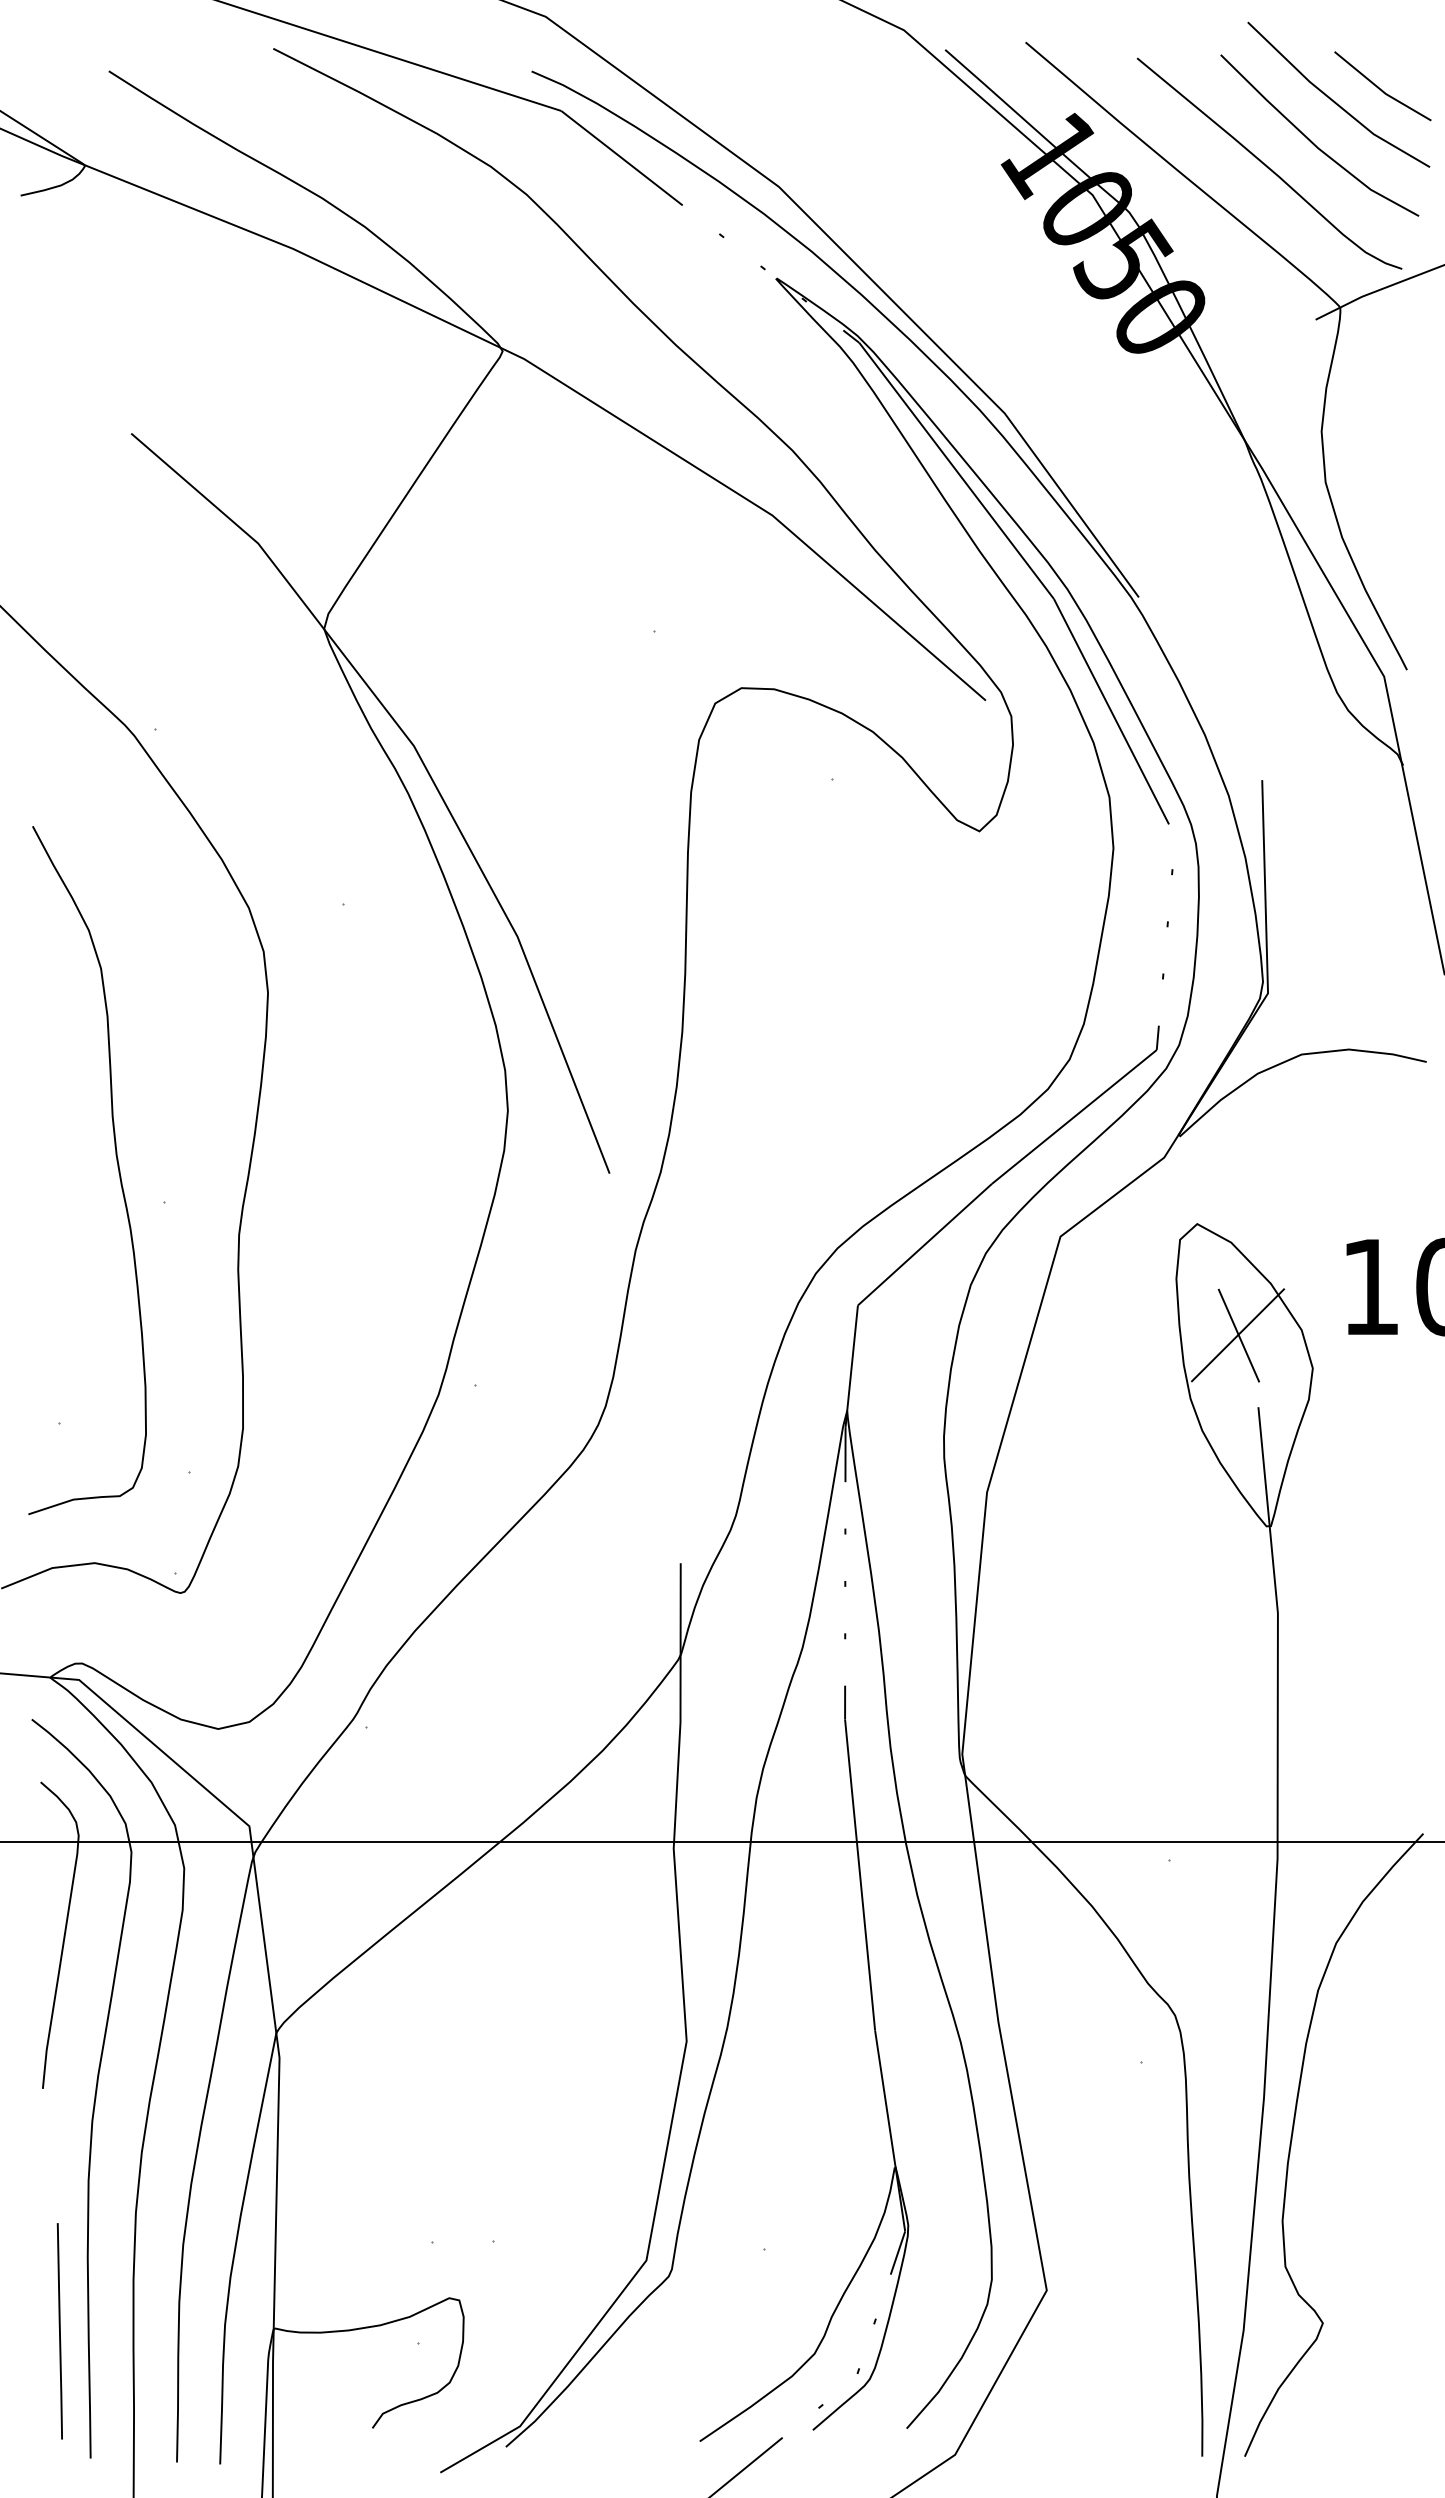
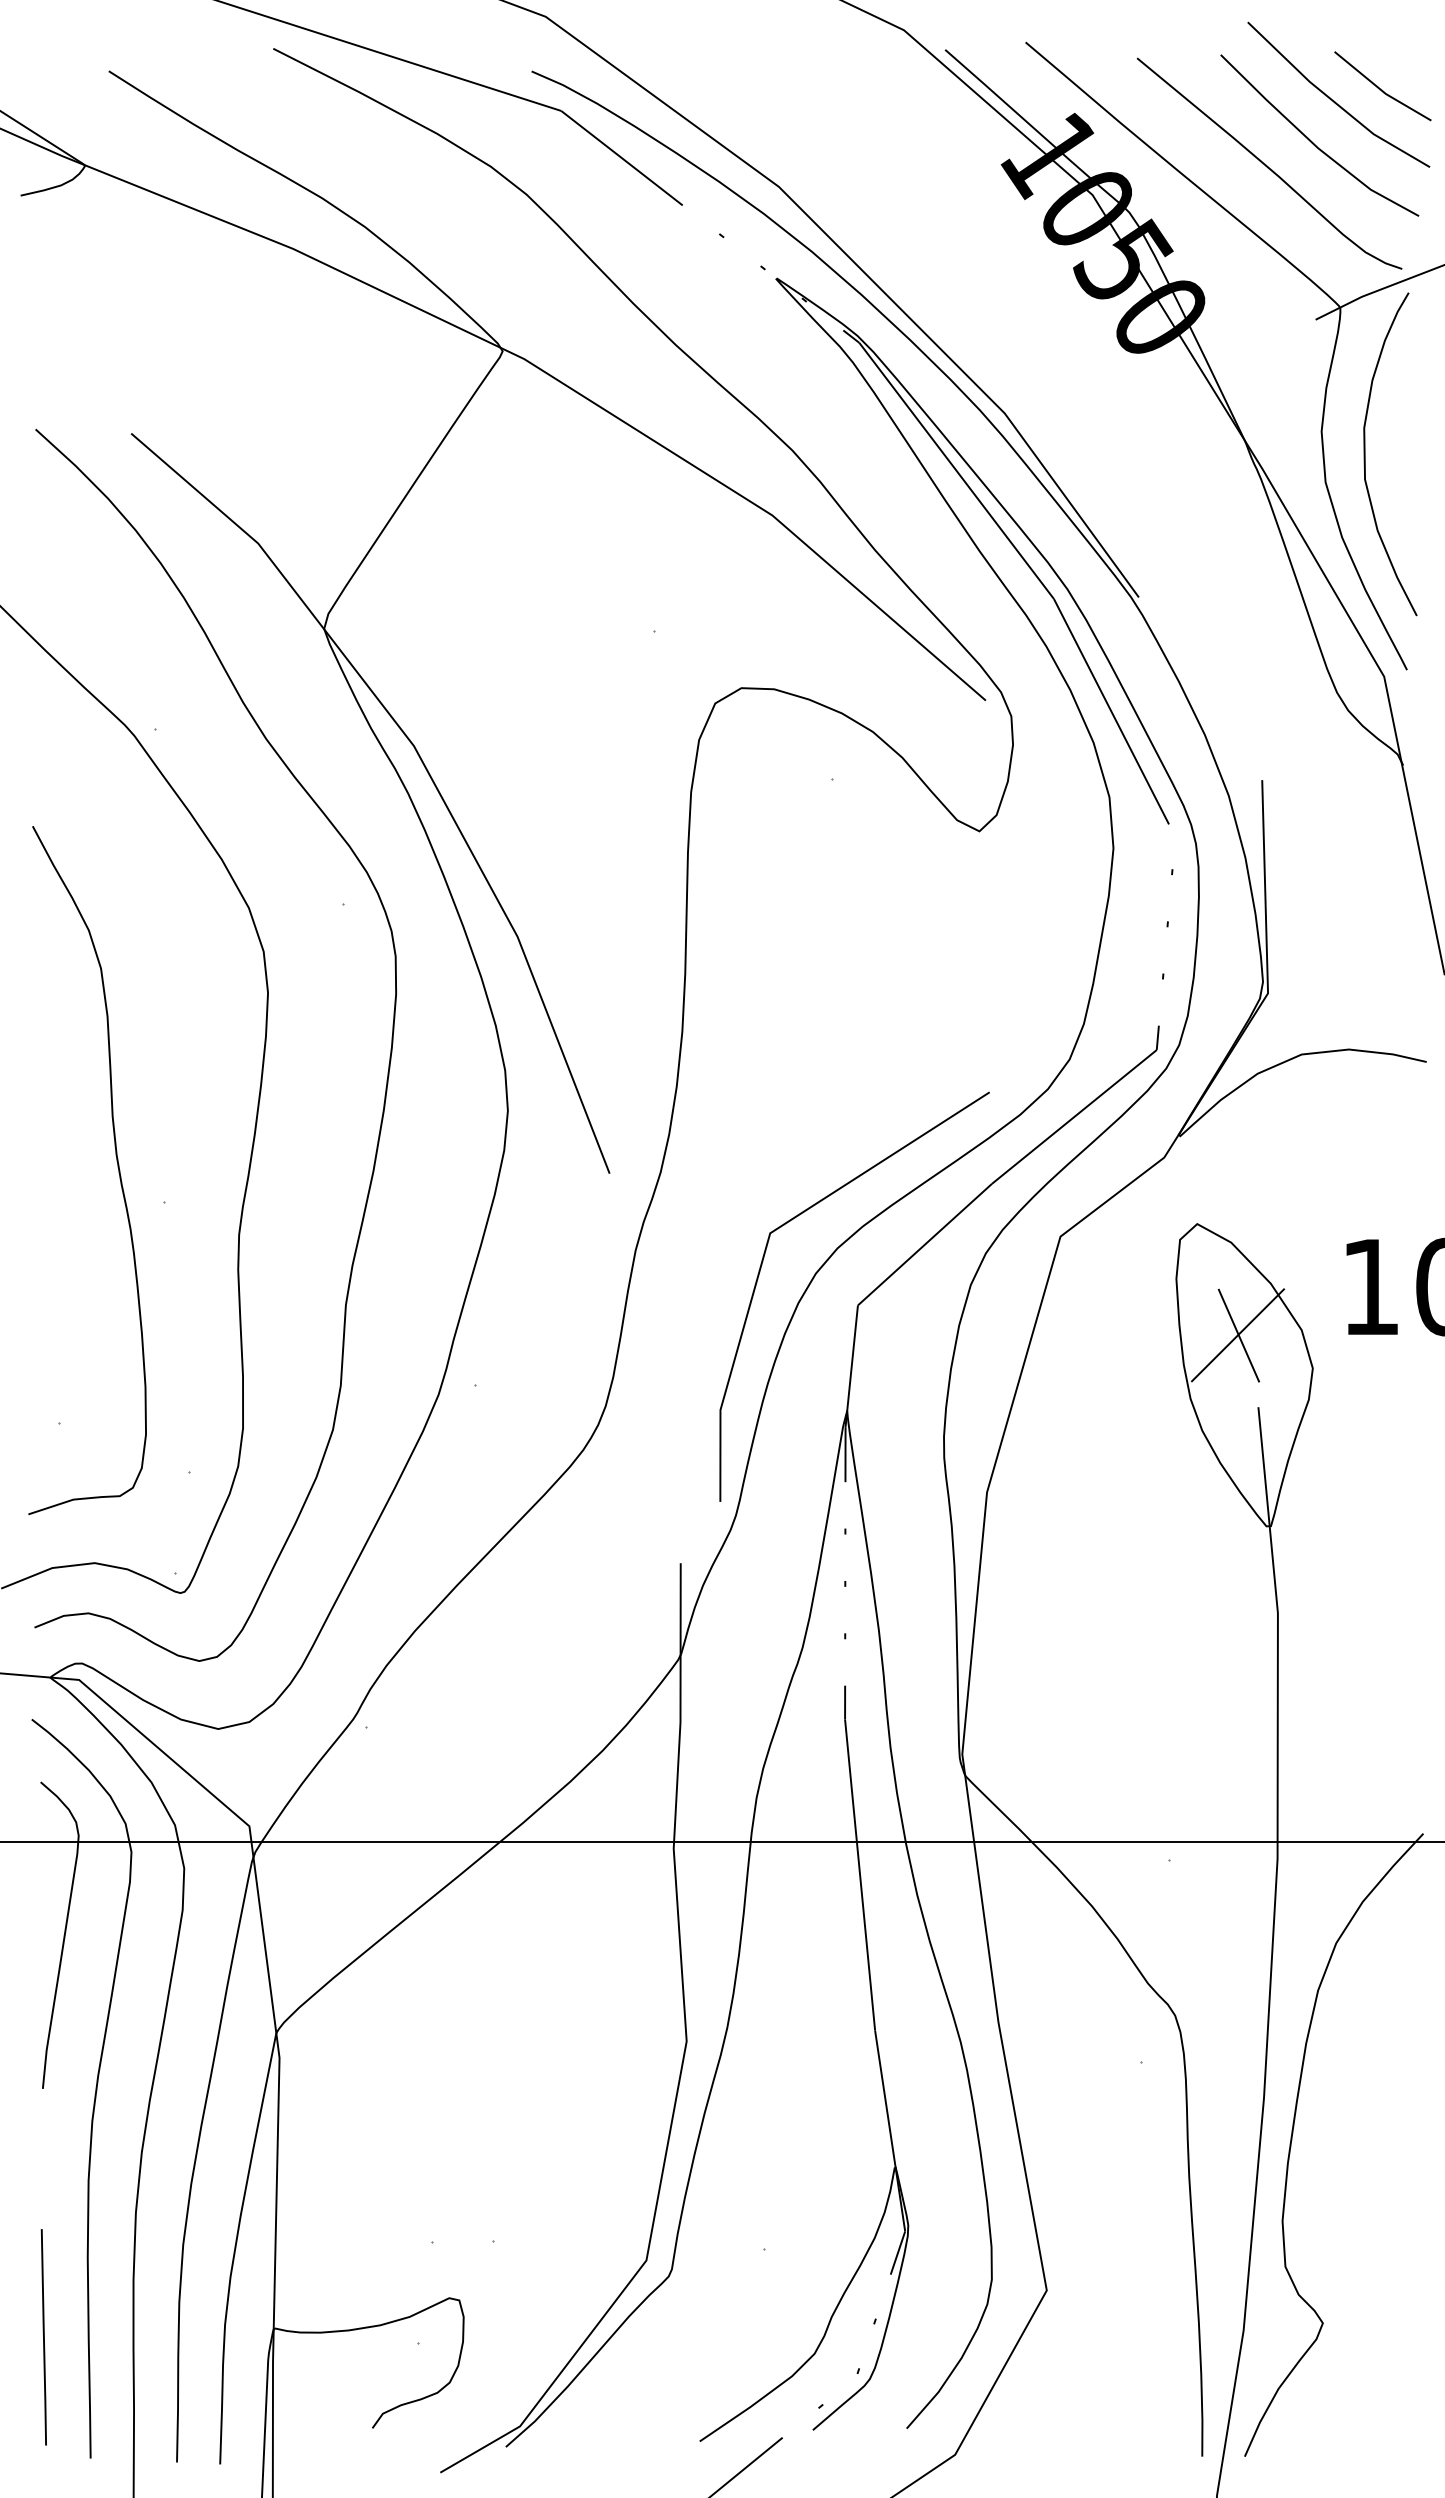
curve at (1365, 454): none -> present
curve at (388, 1064): none -> present
line at (760, 1272): none -> present
line at (59, 2331) position: (59, 2331) -> (43, 2337)
